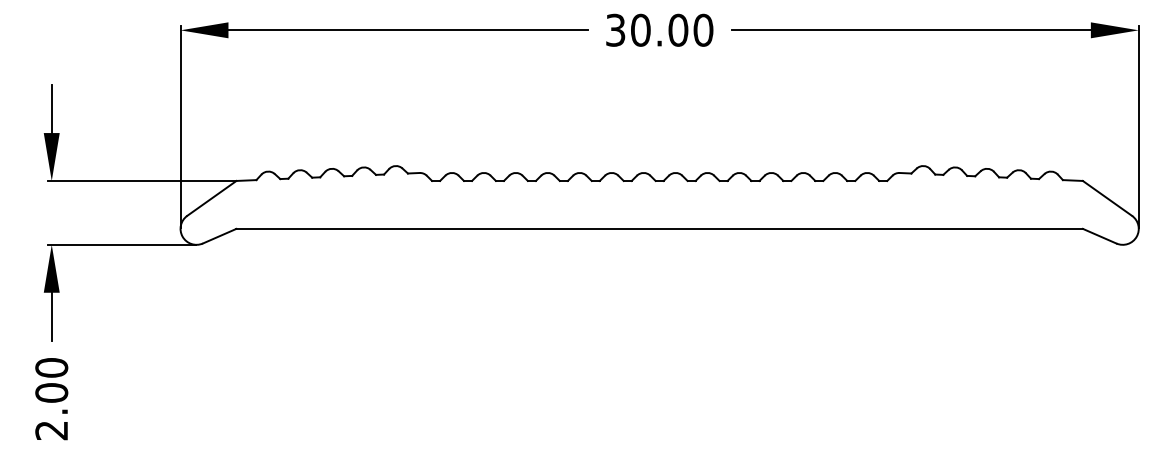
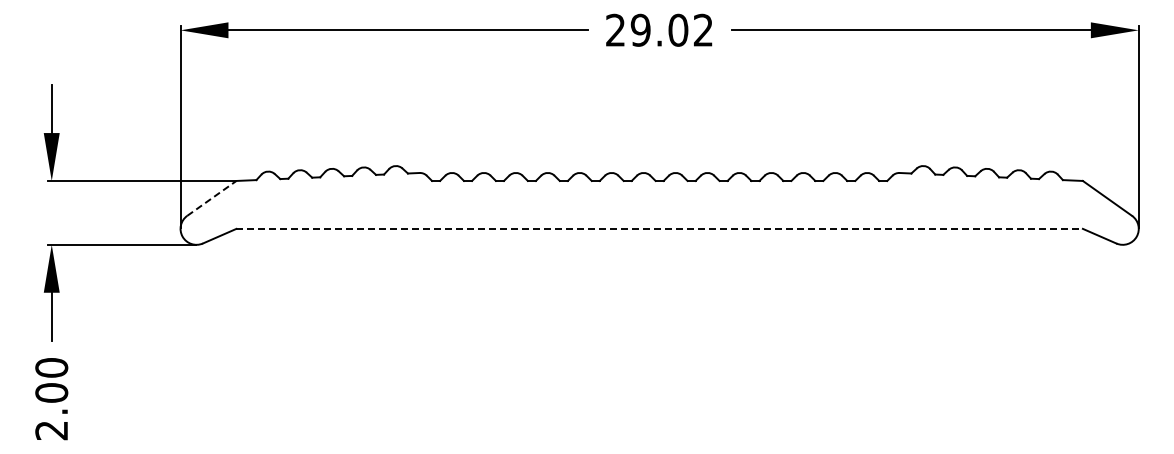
text at (659, 29): 30.00 -> 29.02
line at (212, 198): solid -> dashed
line at (660, 228): solid -> dashed
